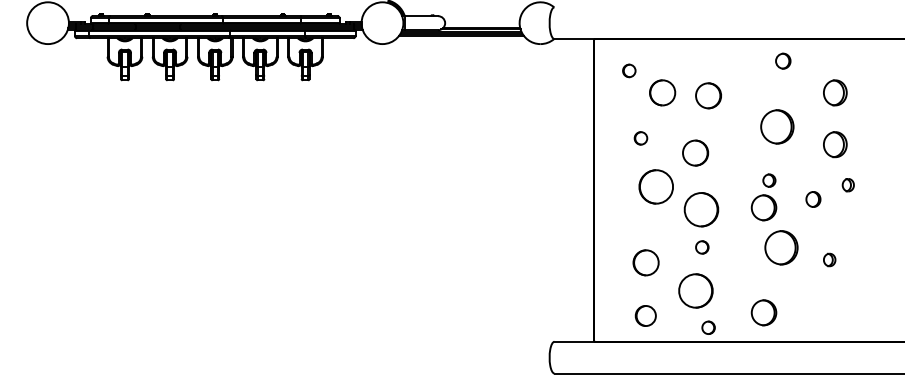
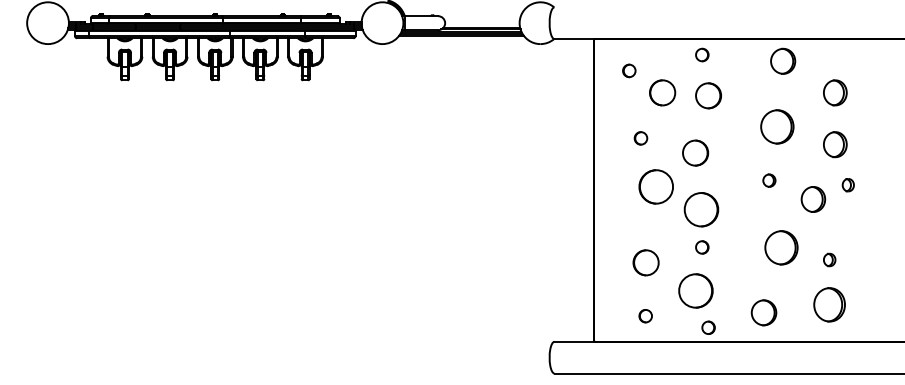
part at (702, 54): none -> present
part at (783, 60) size: 17x18 px -> 27x28 px
part at (813, 199) size: 17x17 px -> 27x27 px
part at (763, 207): present -> none
part at (829, 304): none -> present
part at (645, 315) size: 23x22 px -> 15x15 px
